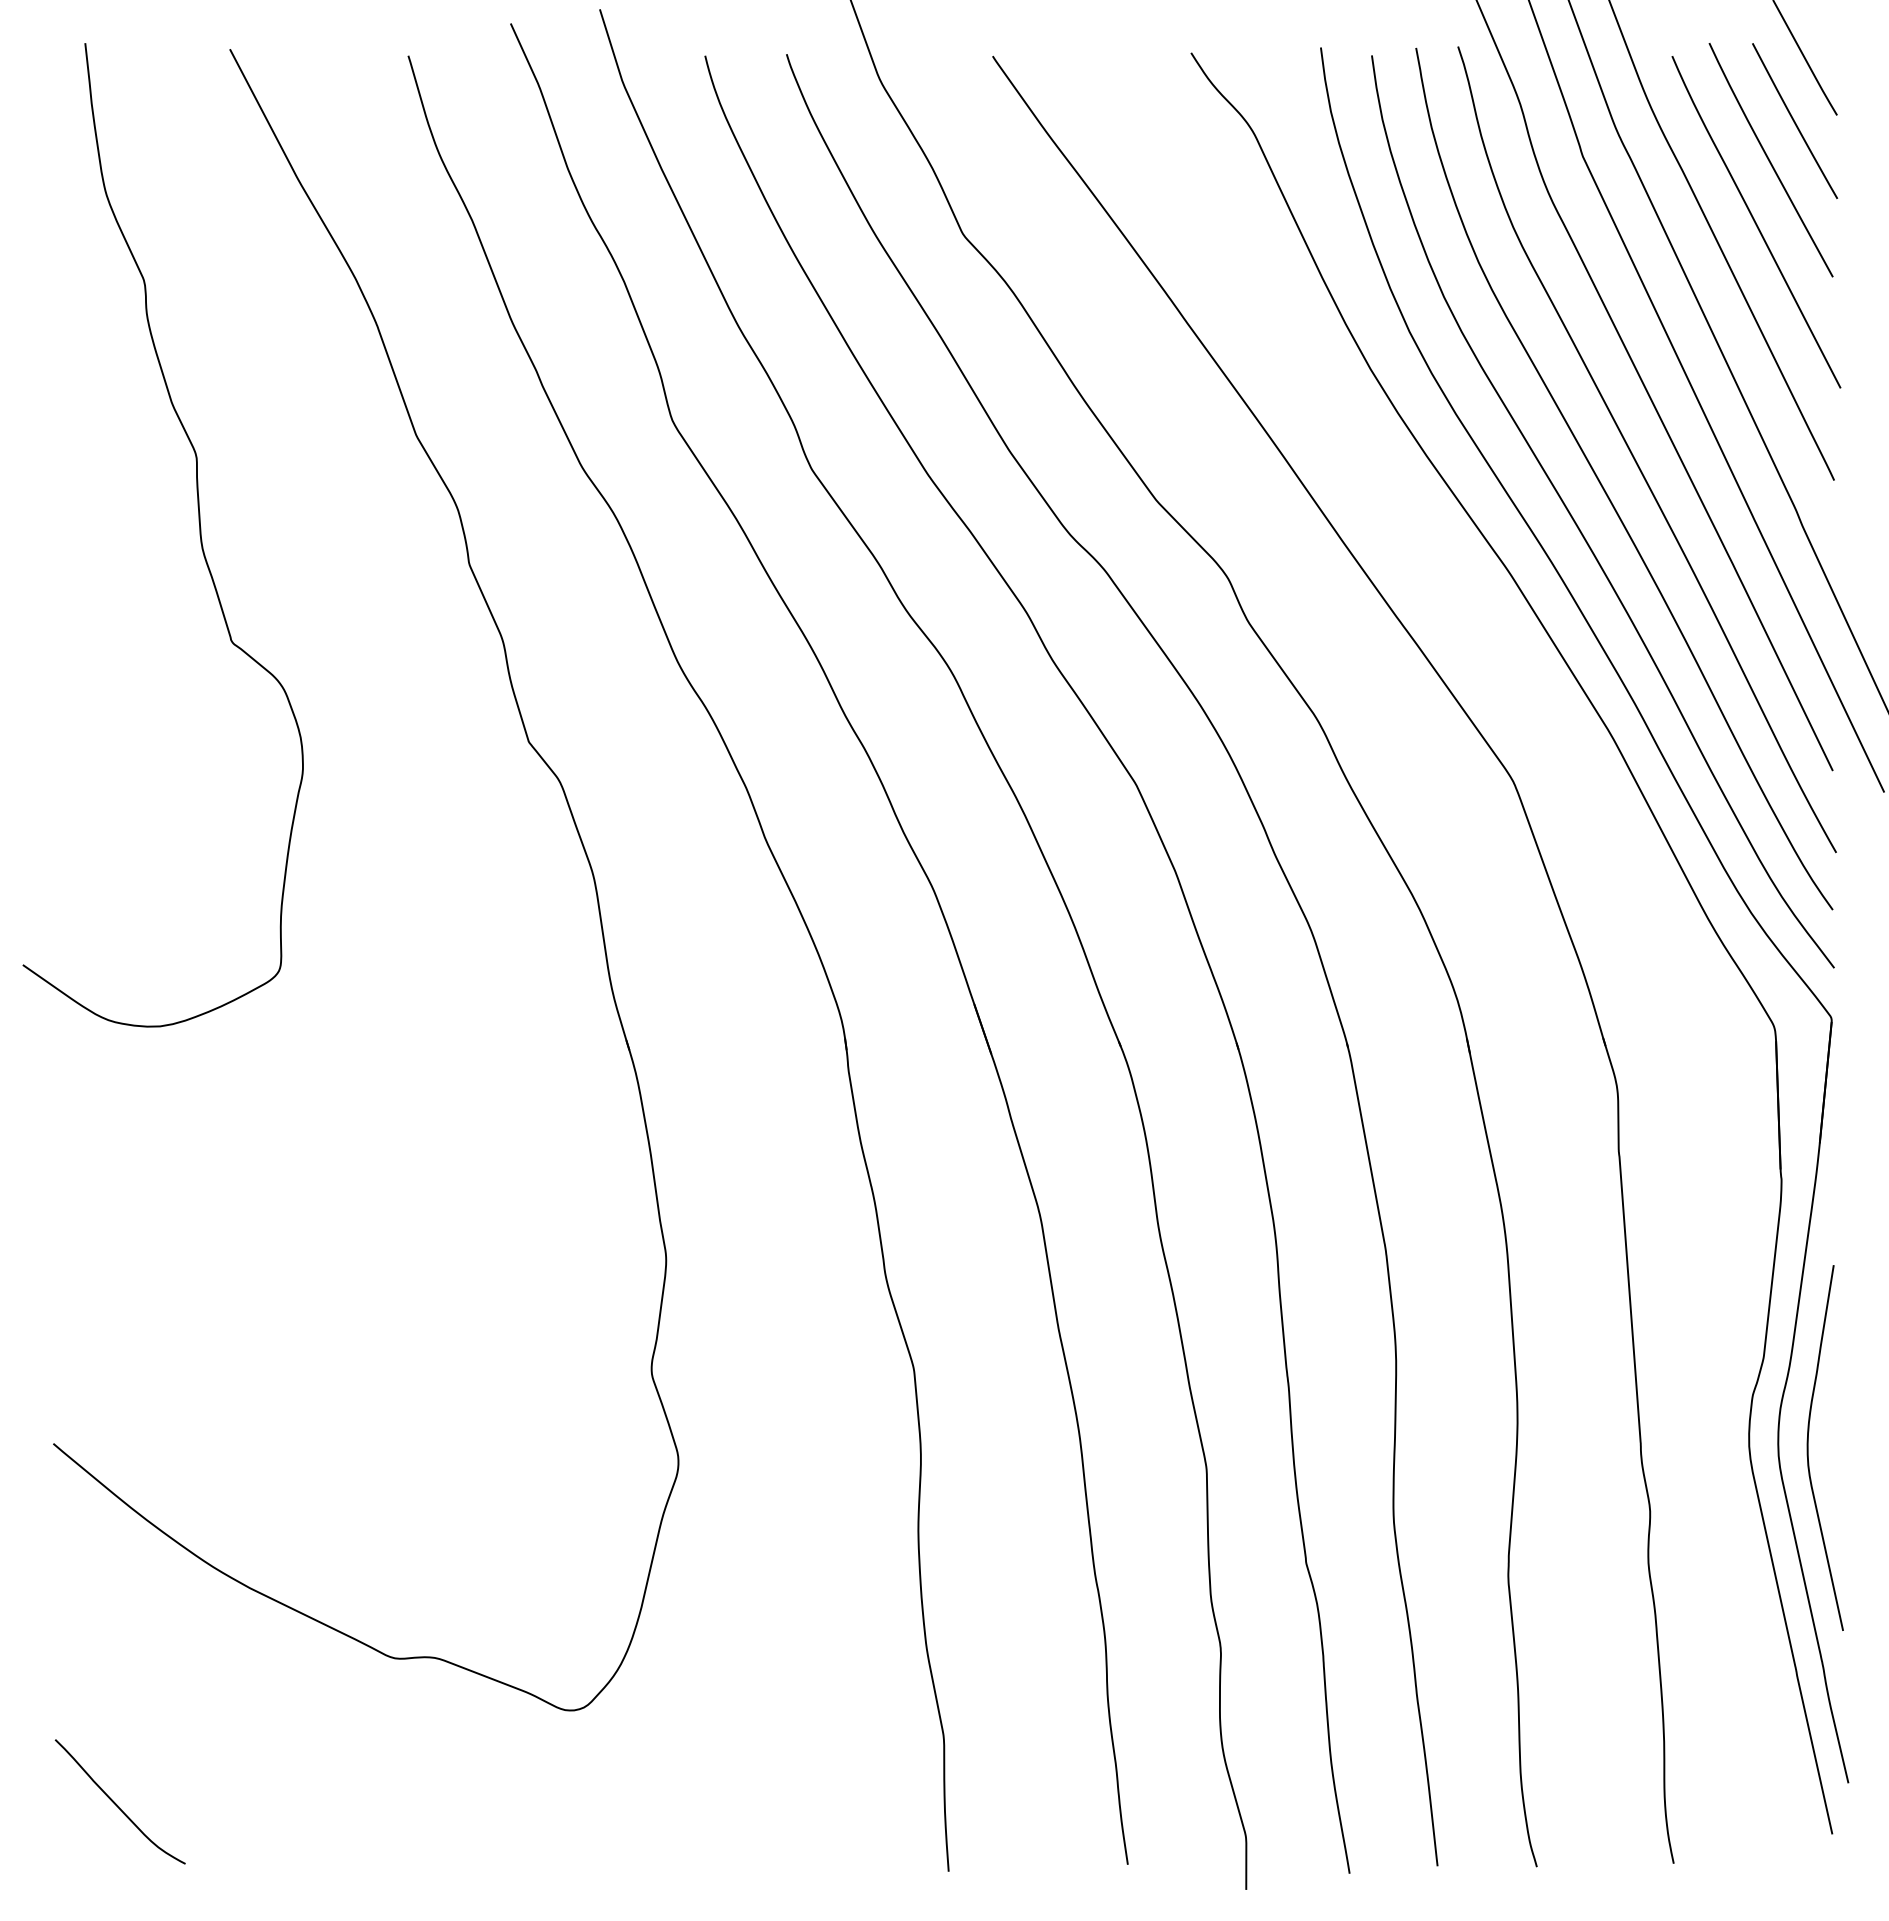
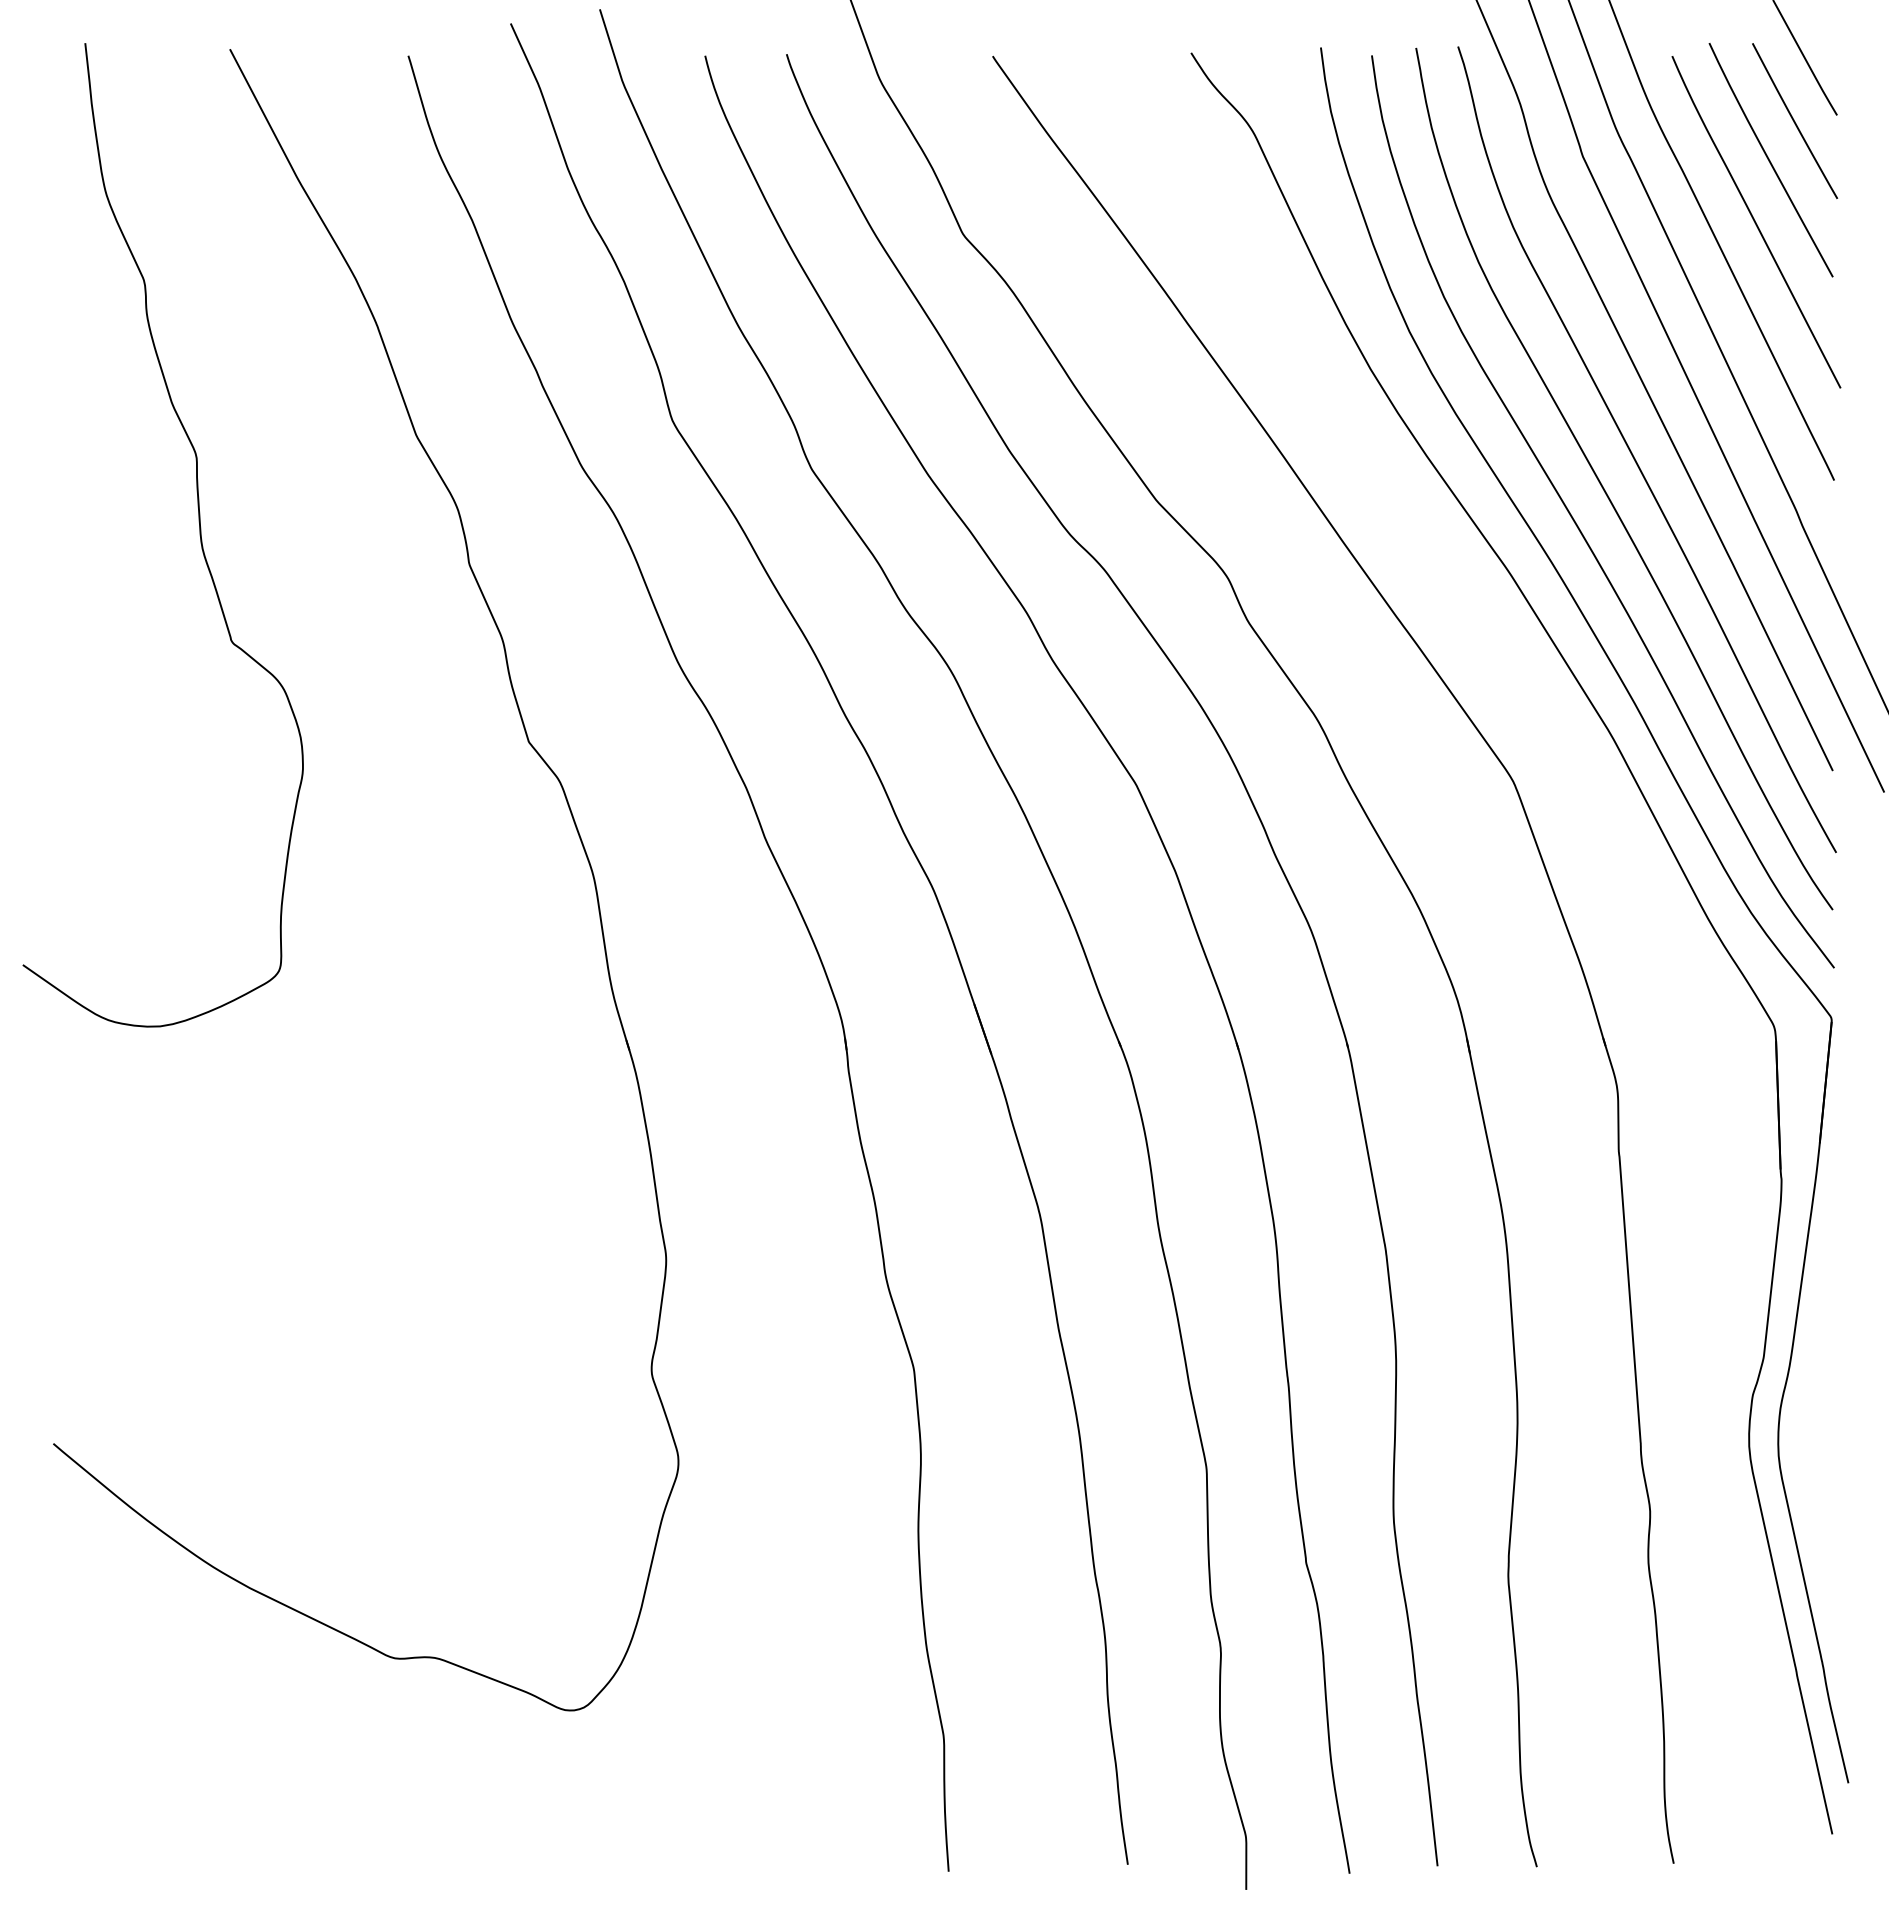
curve at (1808, 1447): present -> none
curve at (116, 1803): present -> none
